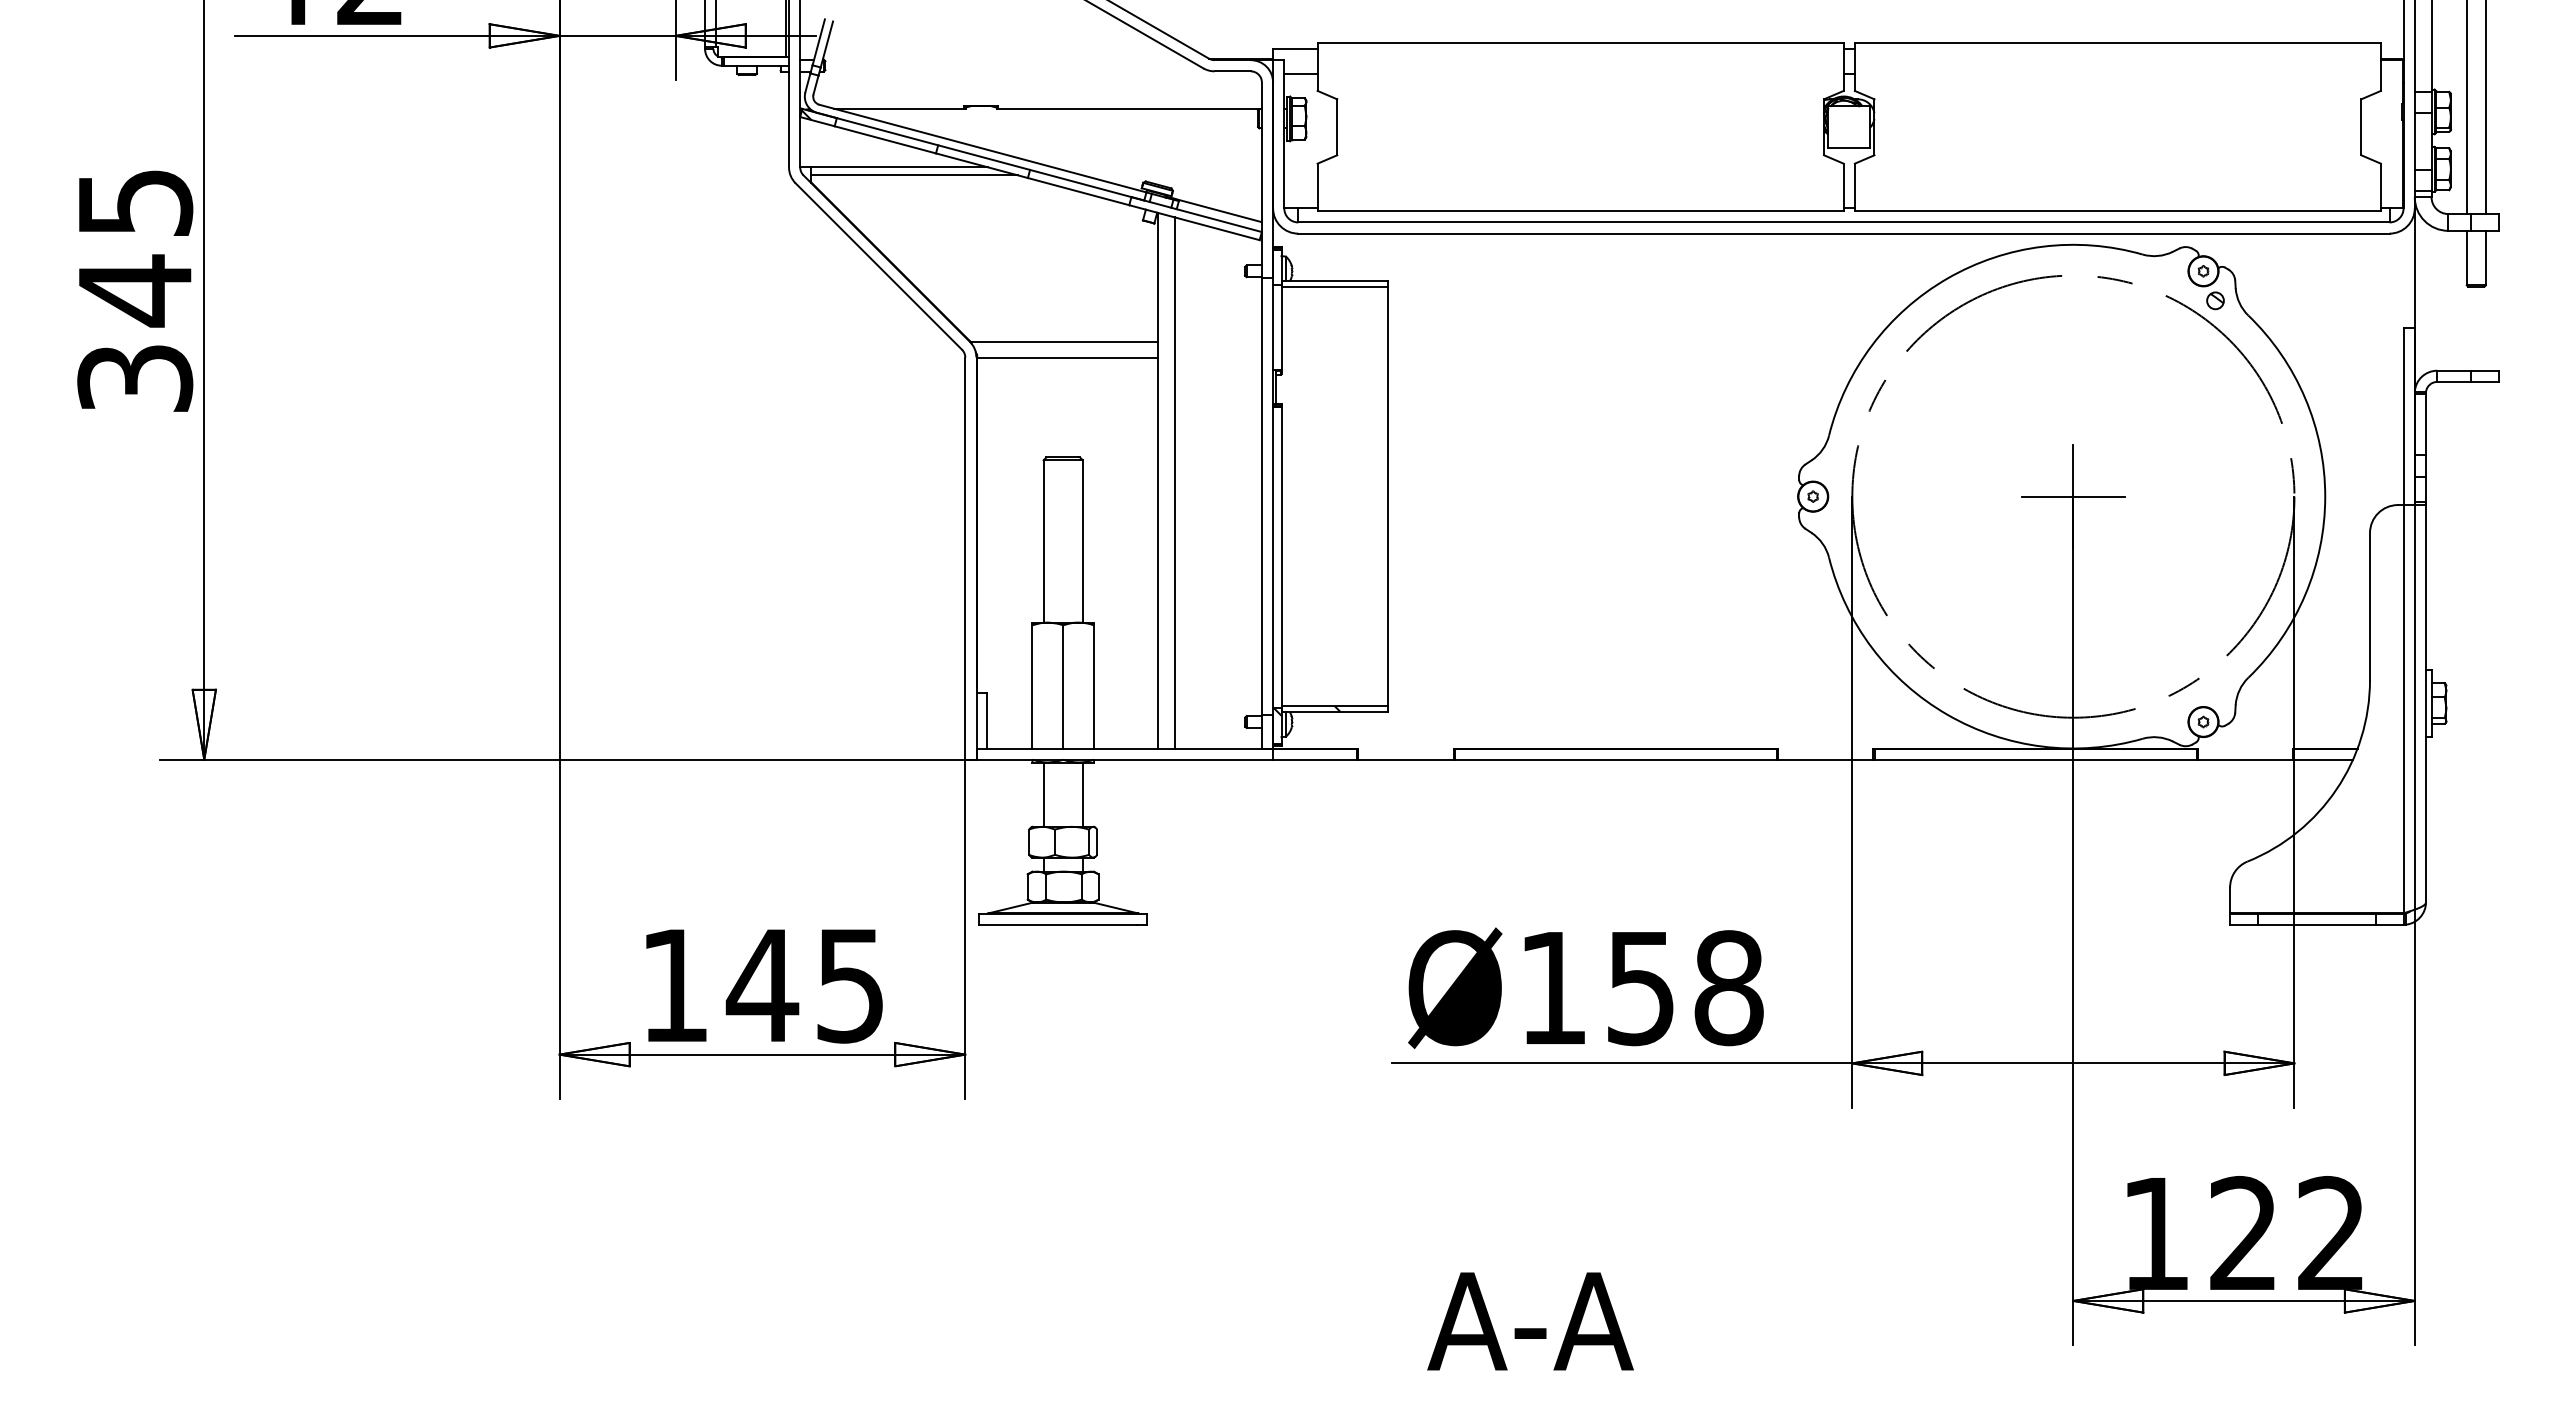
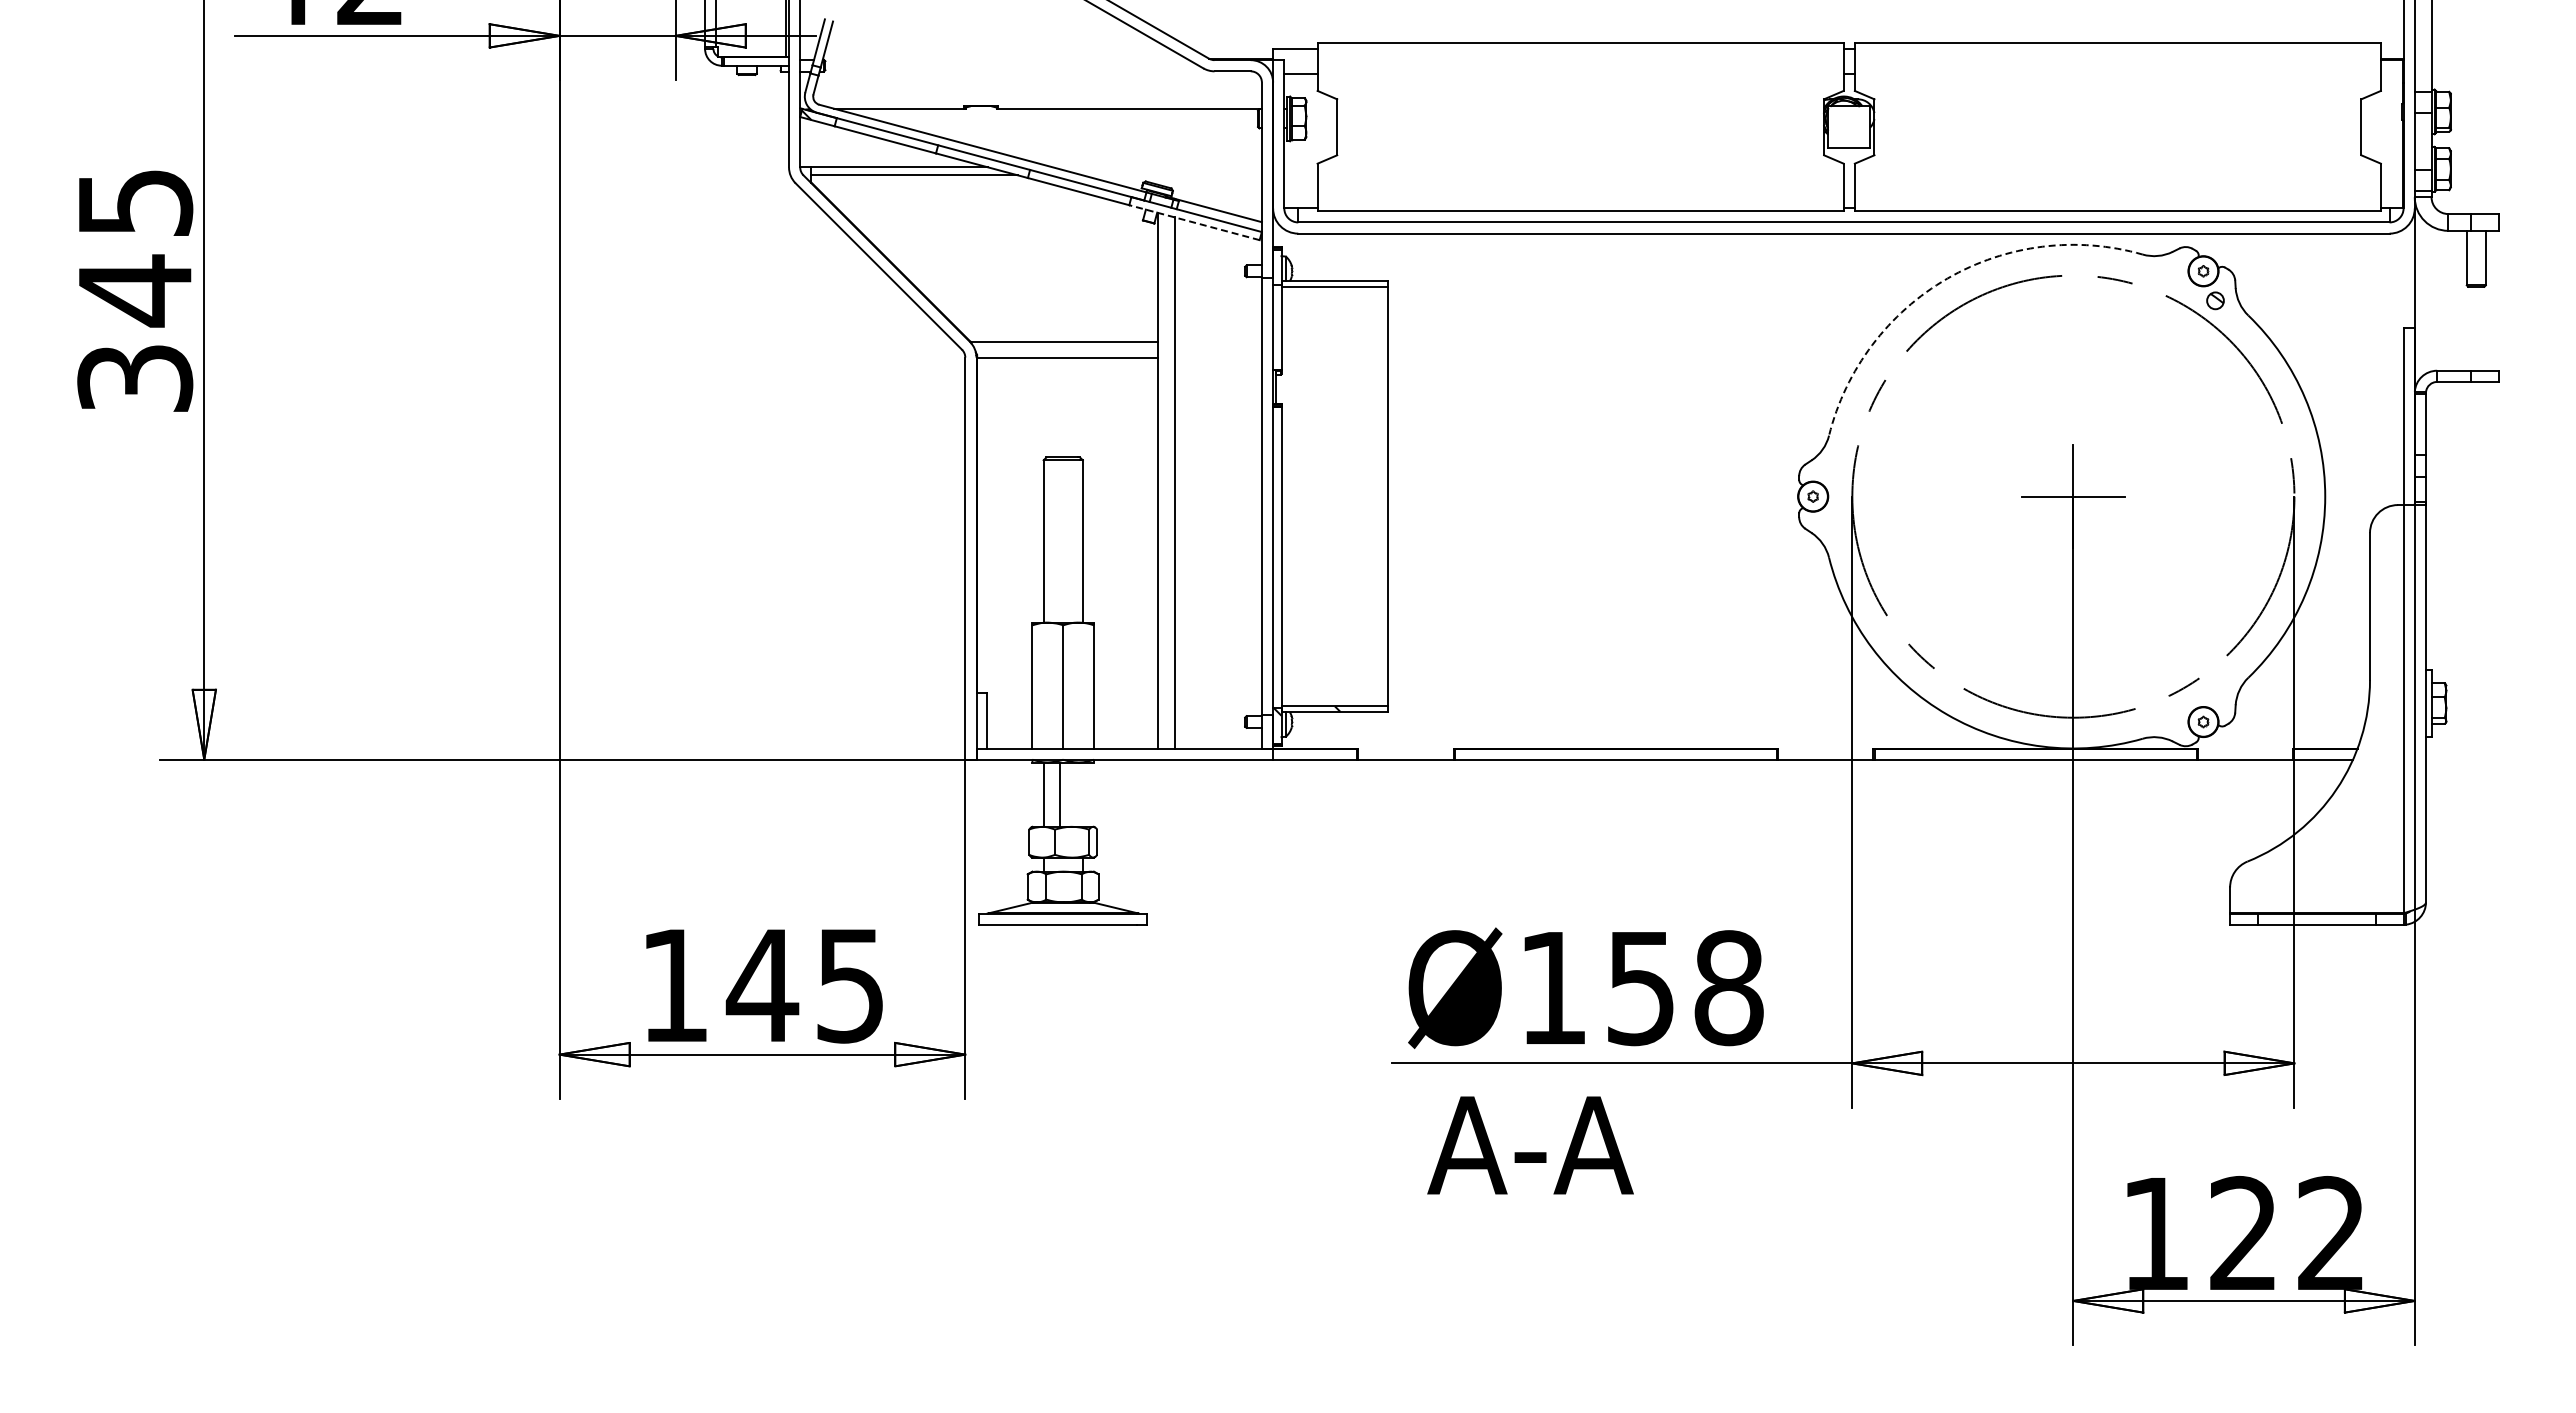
line at (2466, 108): present -> none
line at (2485, 108): present -> none
line at (1194, 222): solid -> dashed
arc at (1947, 278): solid -> dashed
line at (1082, 794) position: (1082, 794) -> (1059, 794)
text at (1530, 1321) position: (1530, 1321) -> (1530, 1145)
